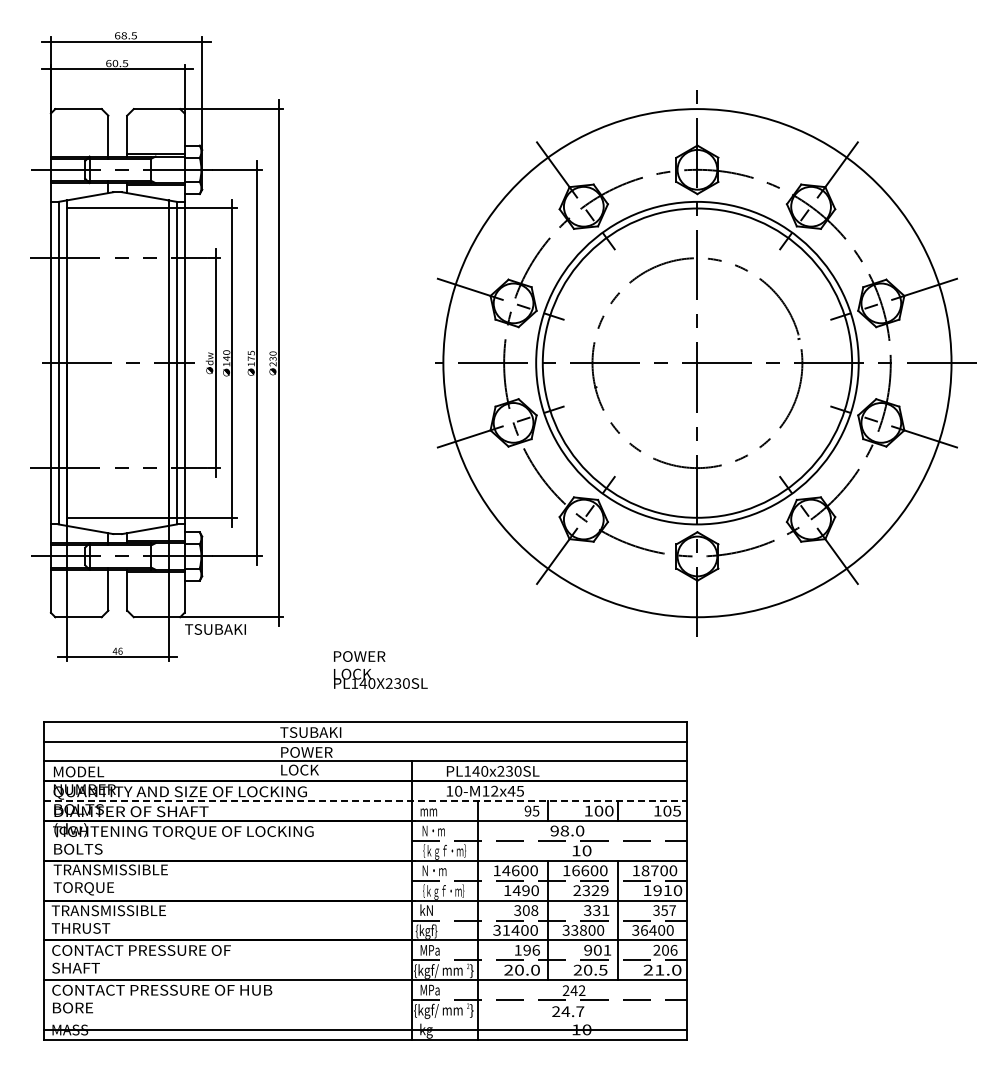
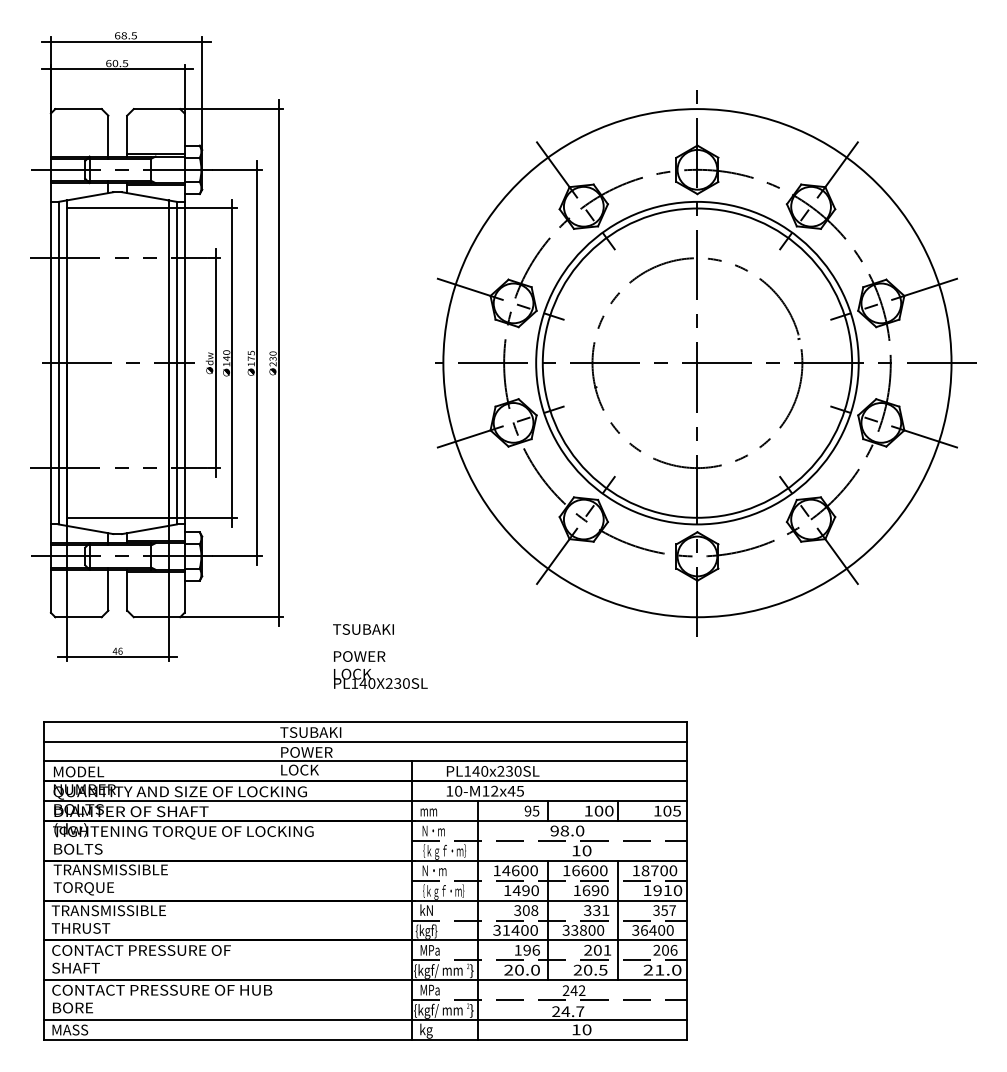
text at (215, 629) position: (215, 629) -> (363, 629)
line at (366, 801): dashed -> solid
text at (590, 890): 2329 -> 1690
text at (588, 950): 901 -> 201
line at (365, 1029) position: (365, 1029) -> (365, 1019)
